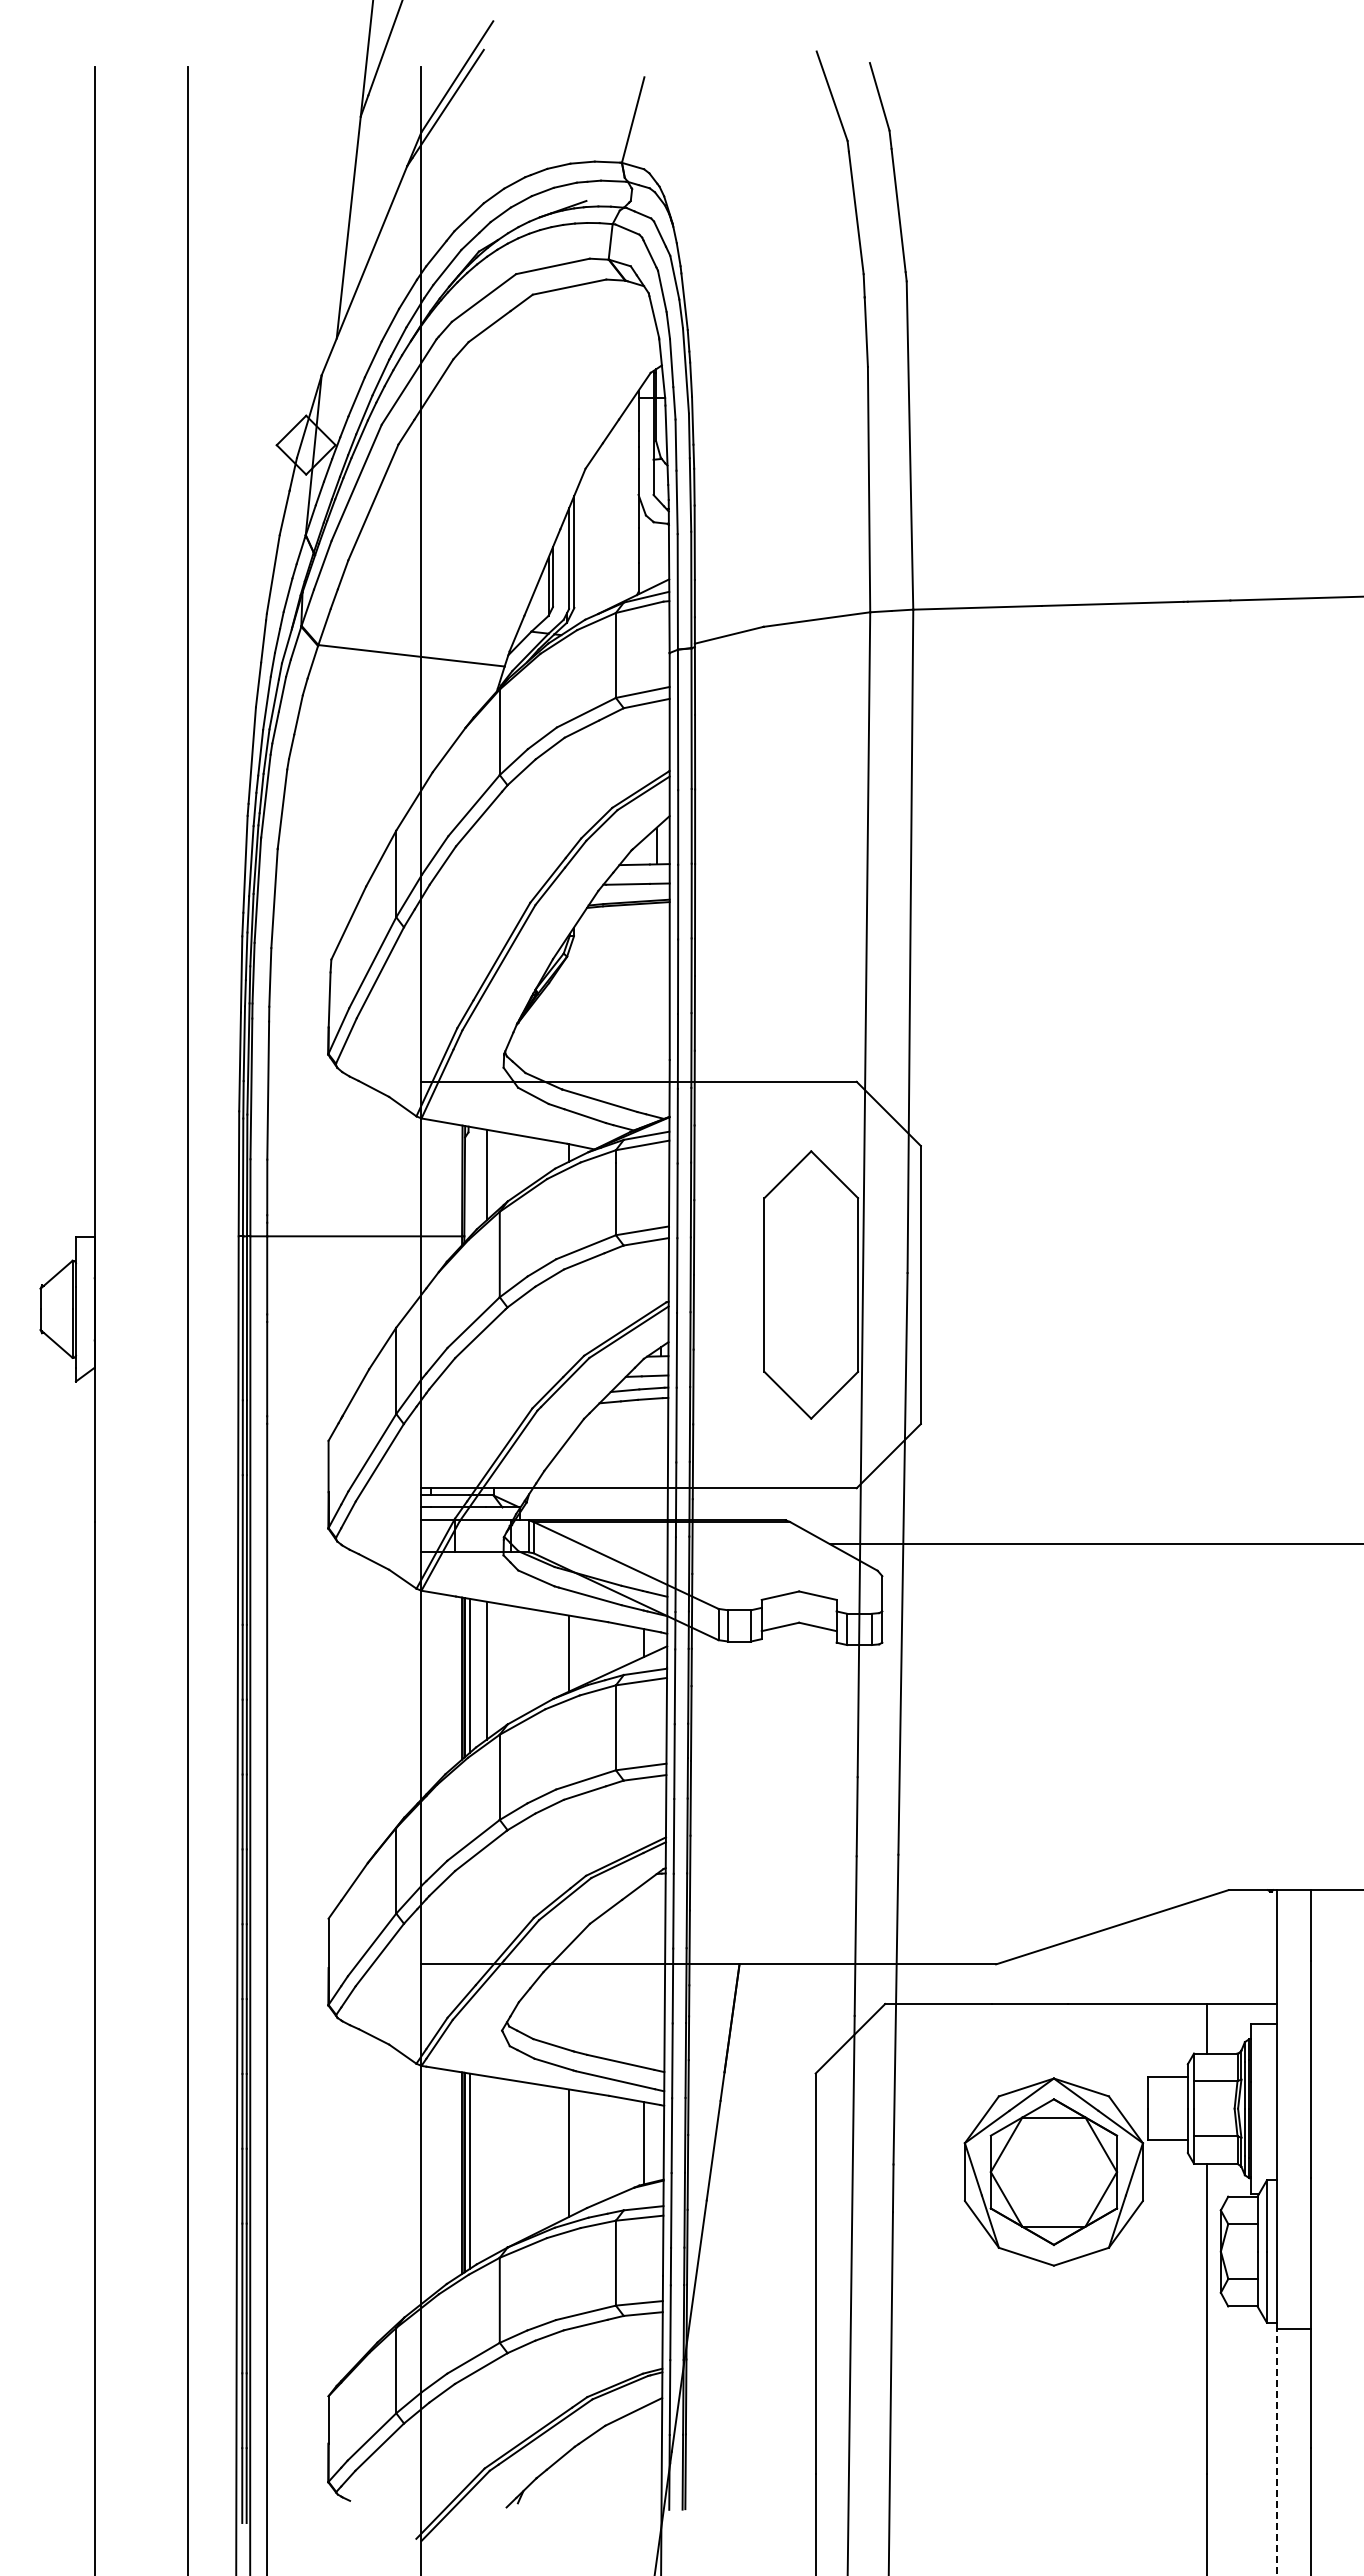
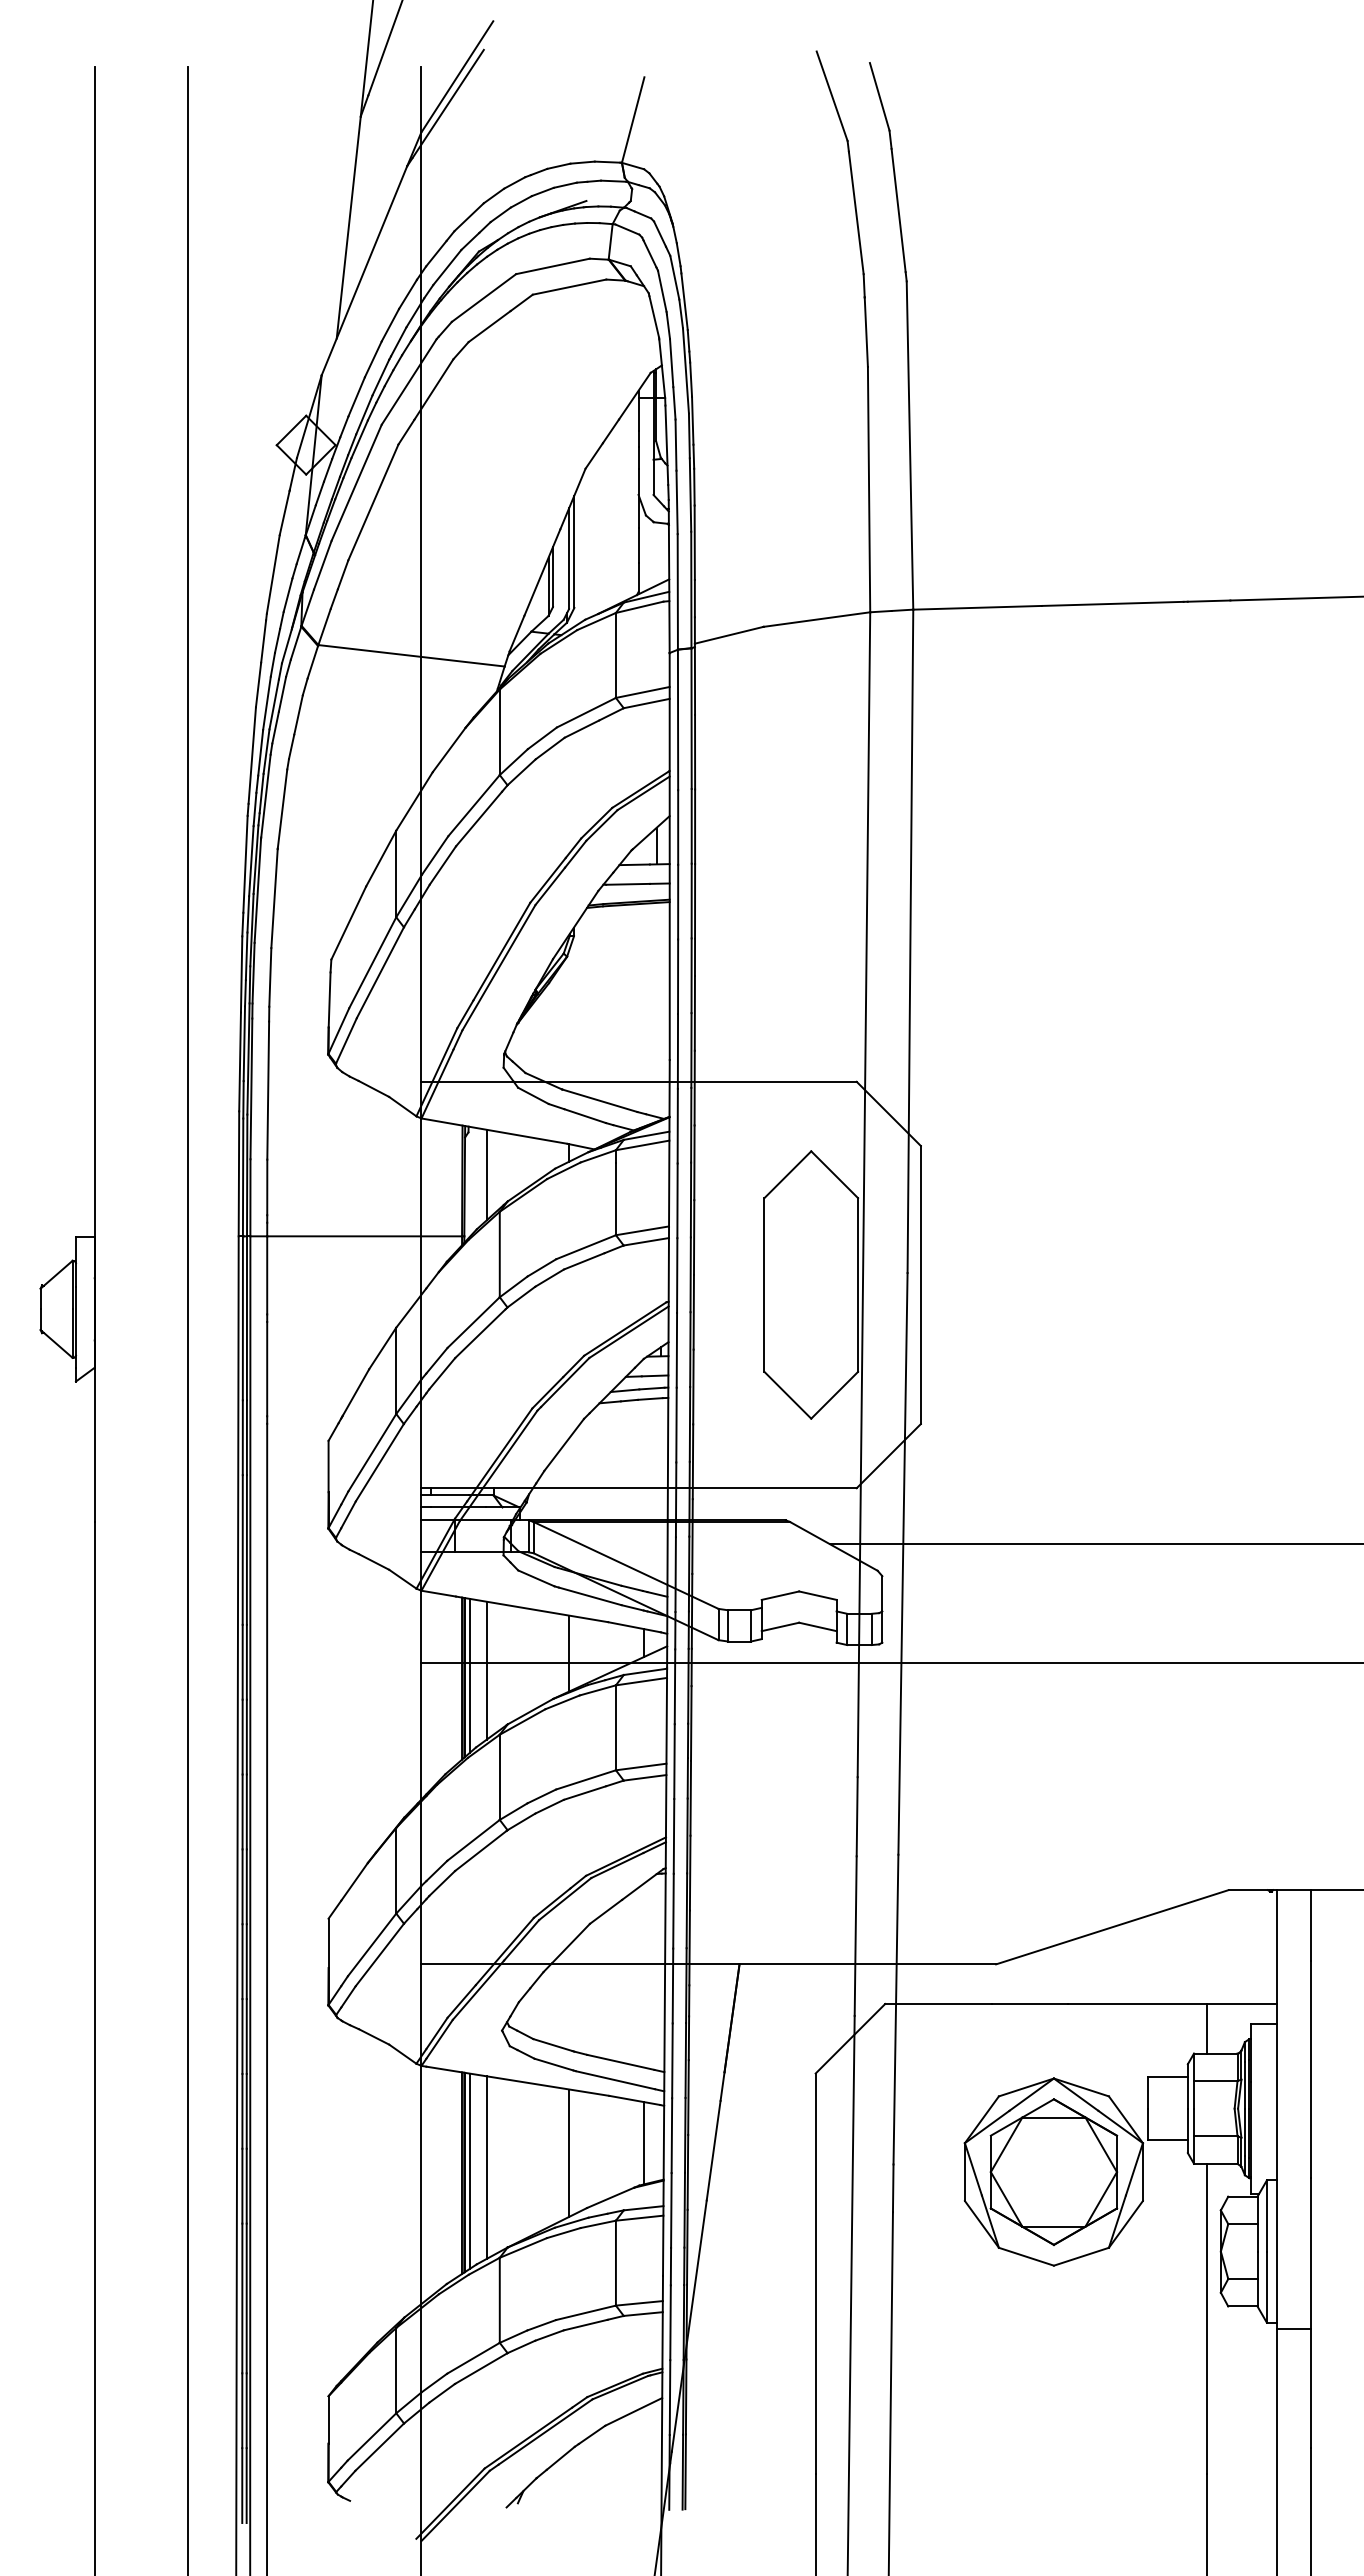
line at (890, 1663): none -> present
line at (486, 2167): none -> present
line at (1276, 2451): dashed -> solid
